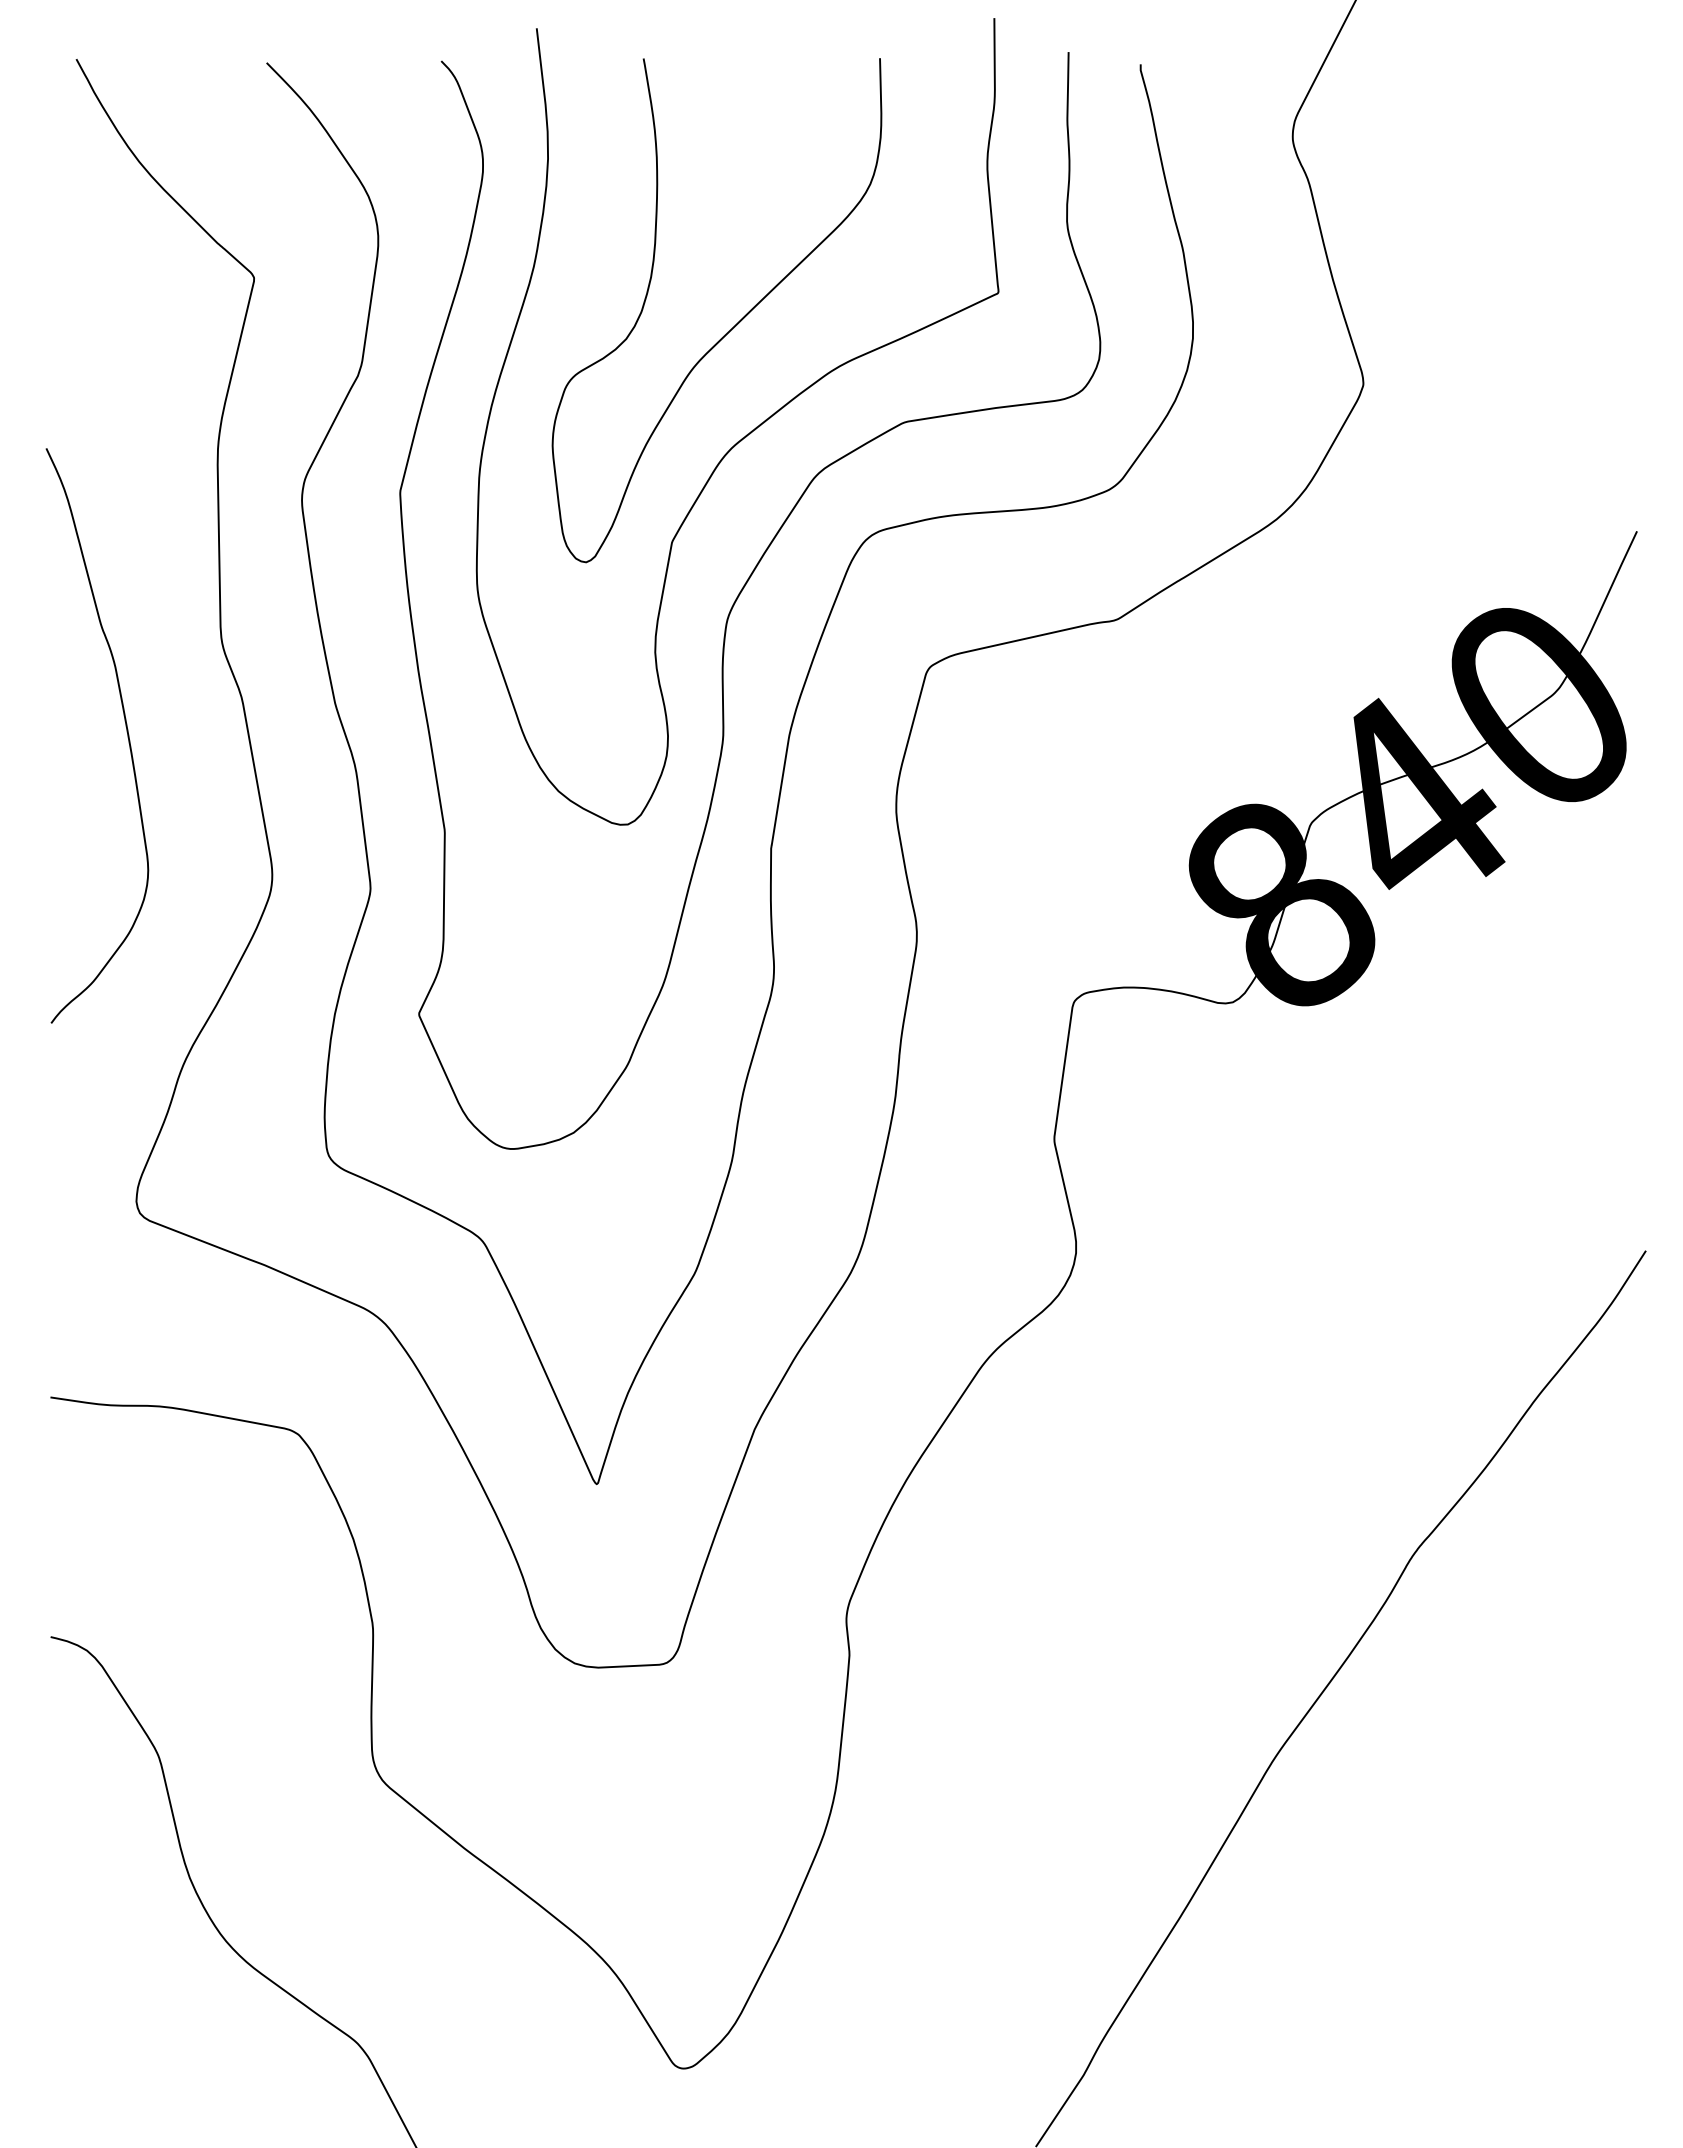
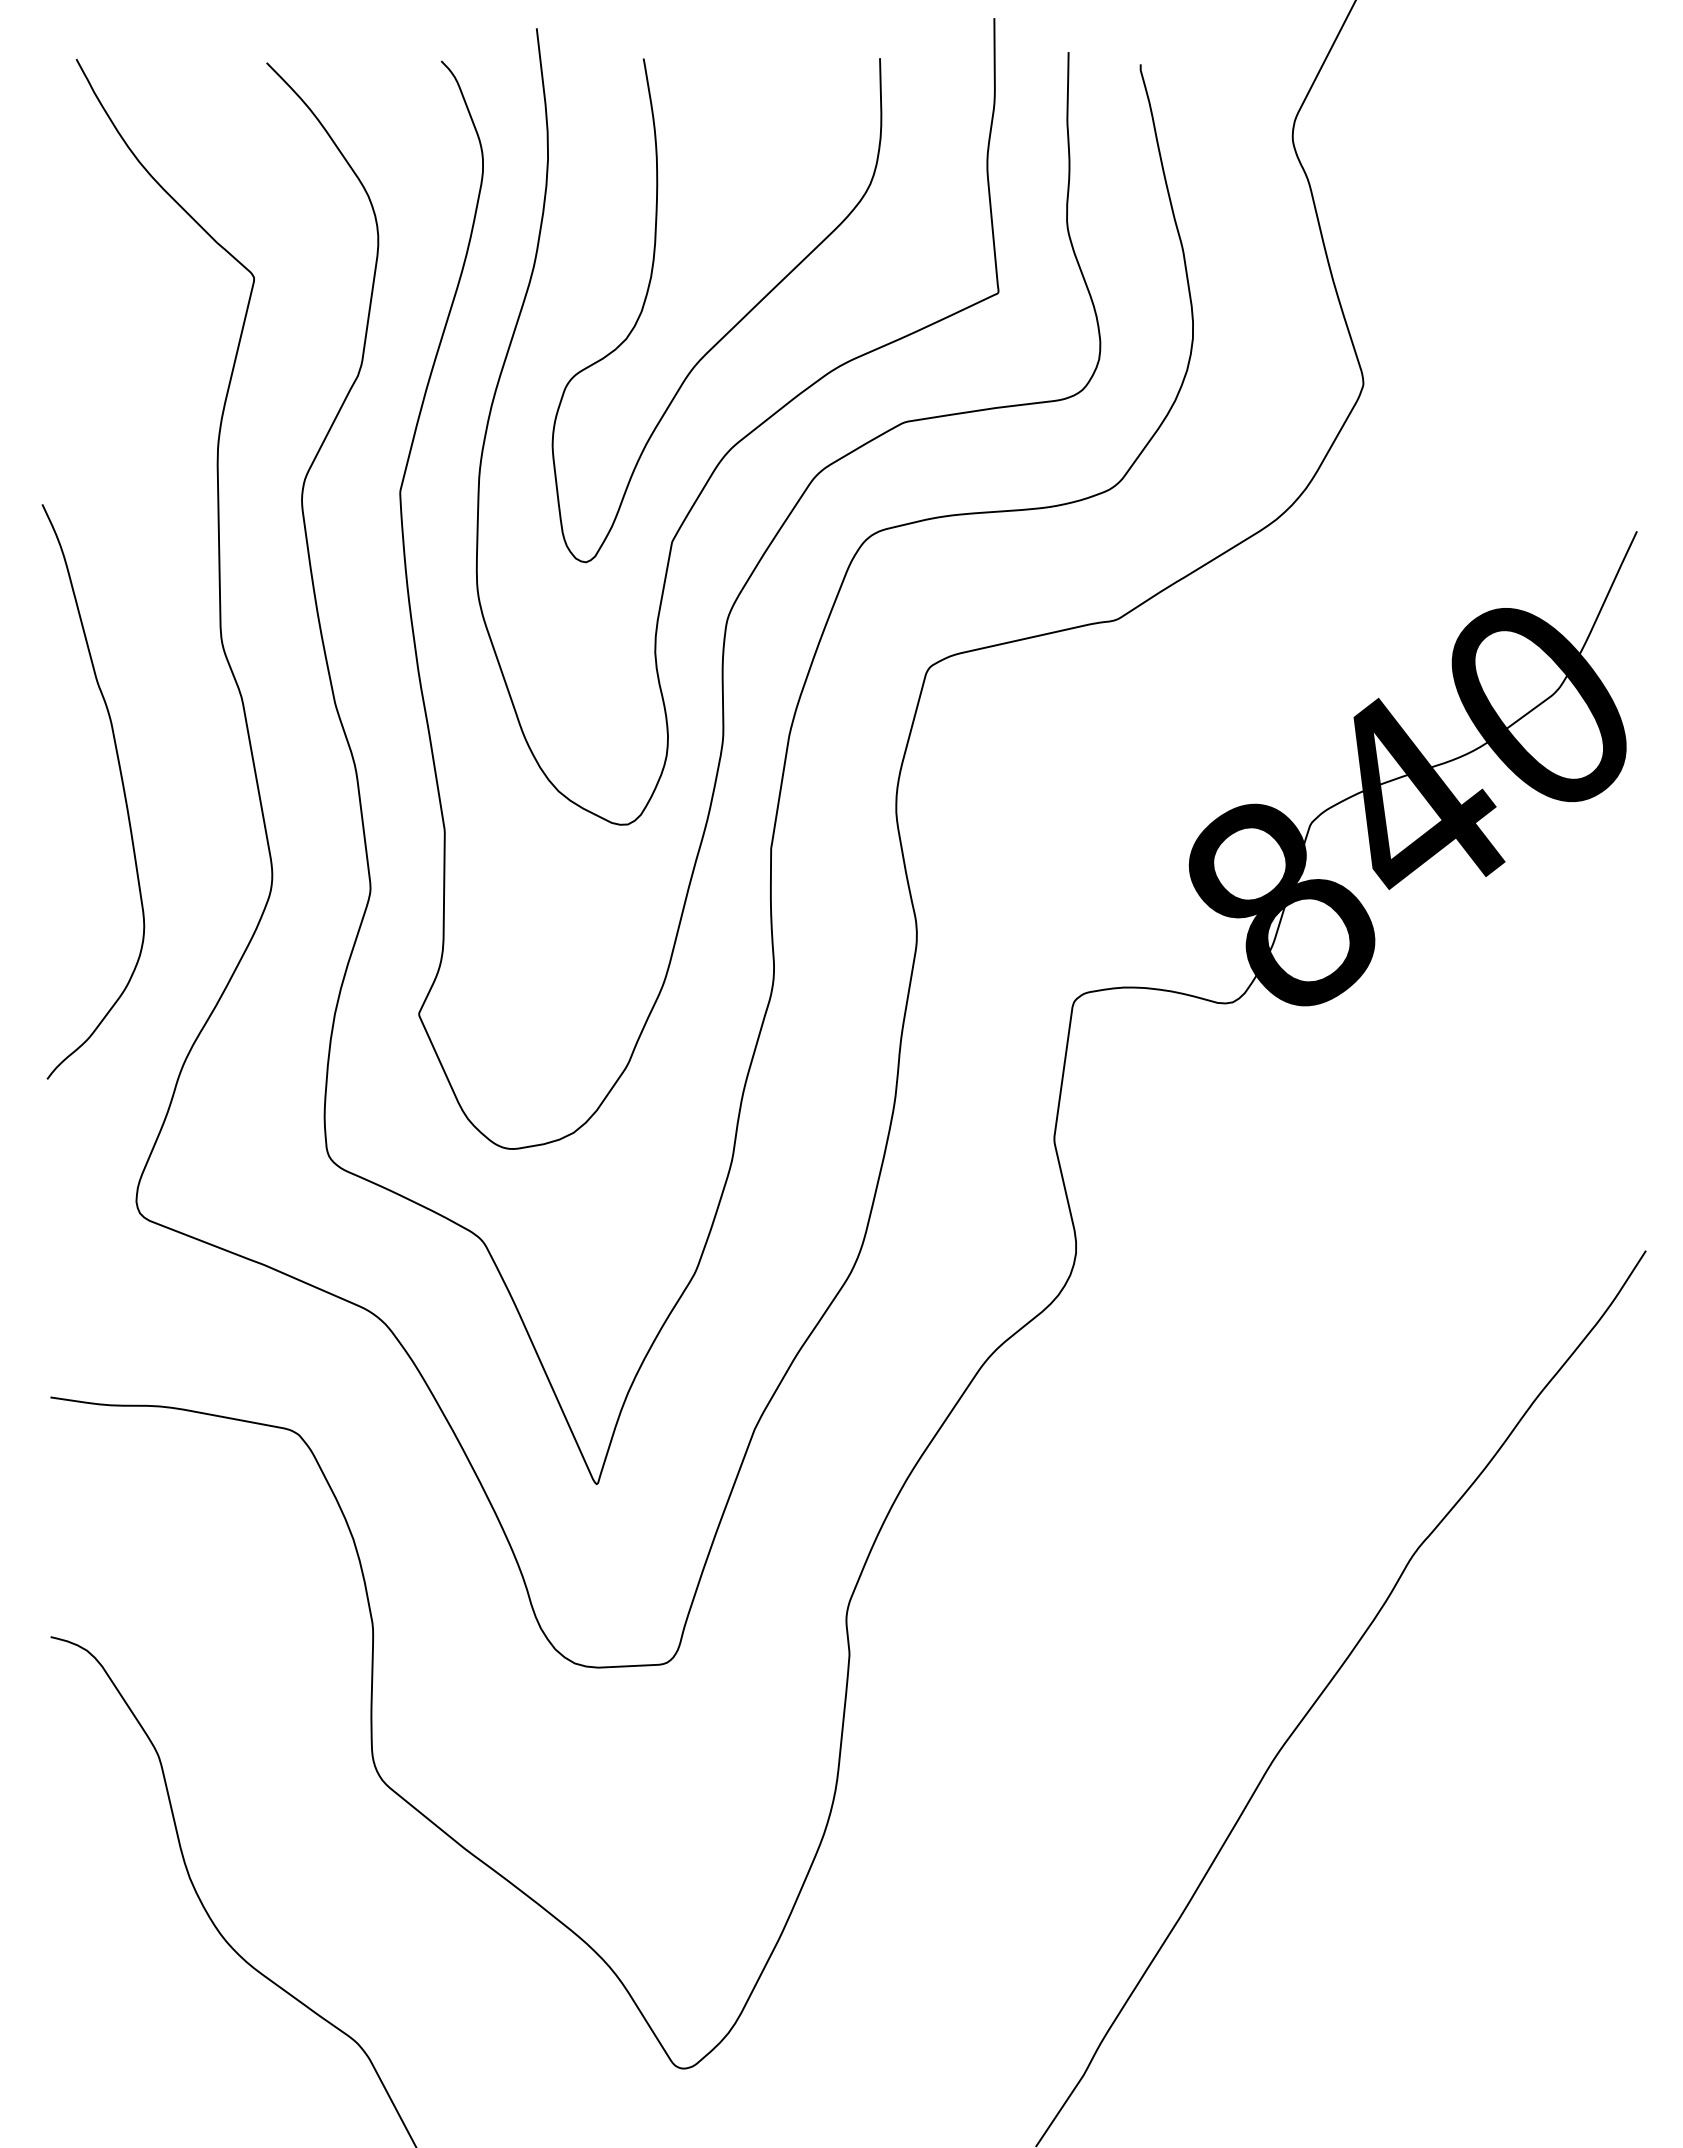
curve at (126, 732) position: (126, 732) -> (122, 788)
